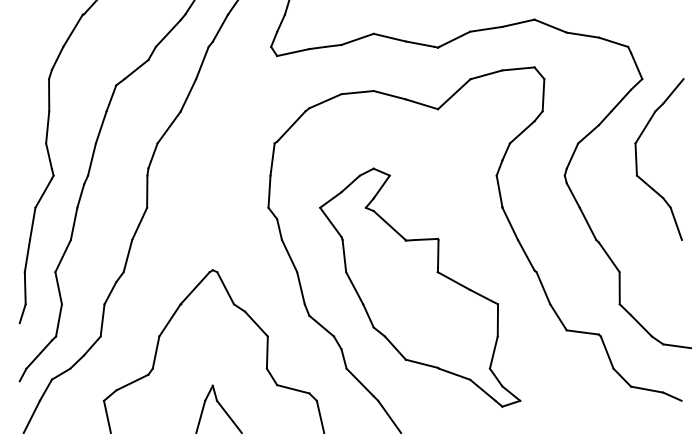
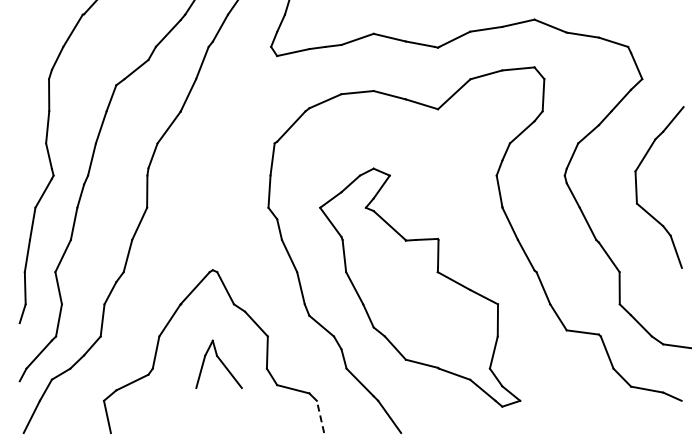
part at (637, 159) position: (637, 159) -> (637, 187)
part at (218, 409) position: (218, 409) -> (218, 364)
line at (320, 416): solid -> dashed
